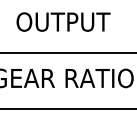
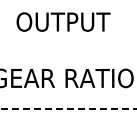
line at (67, 52): present -> none
line at (68, 108): solid -> dashed
